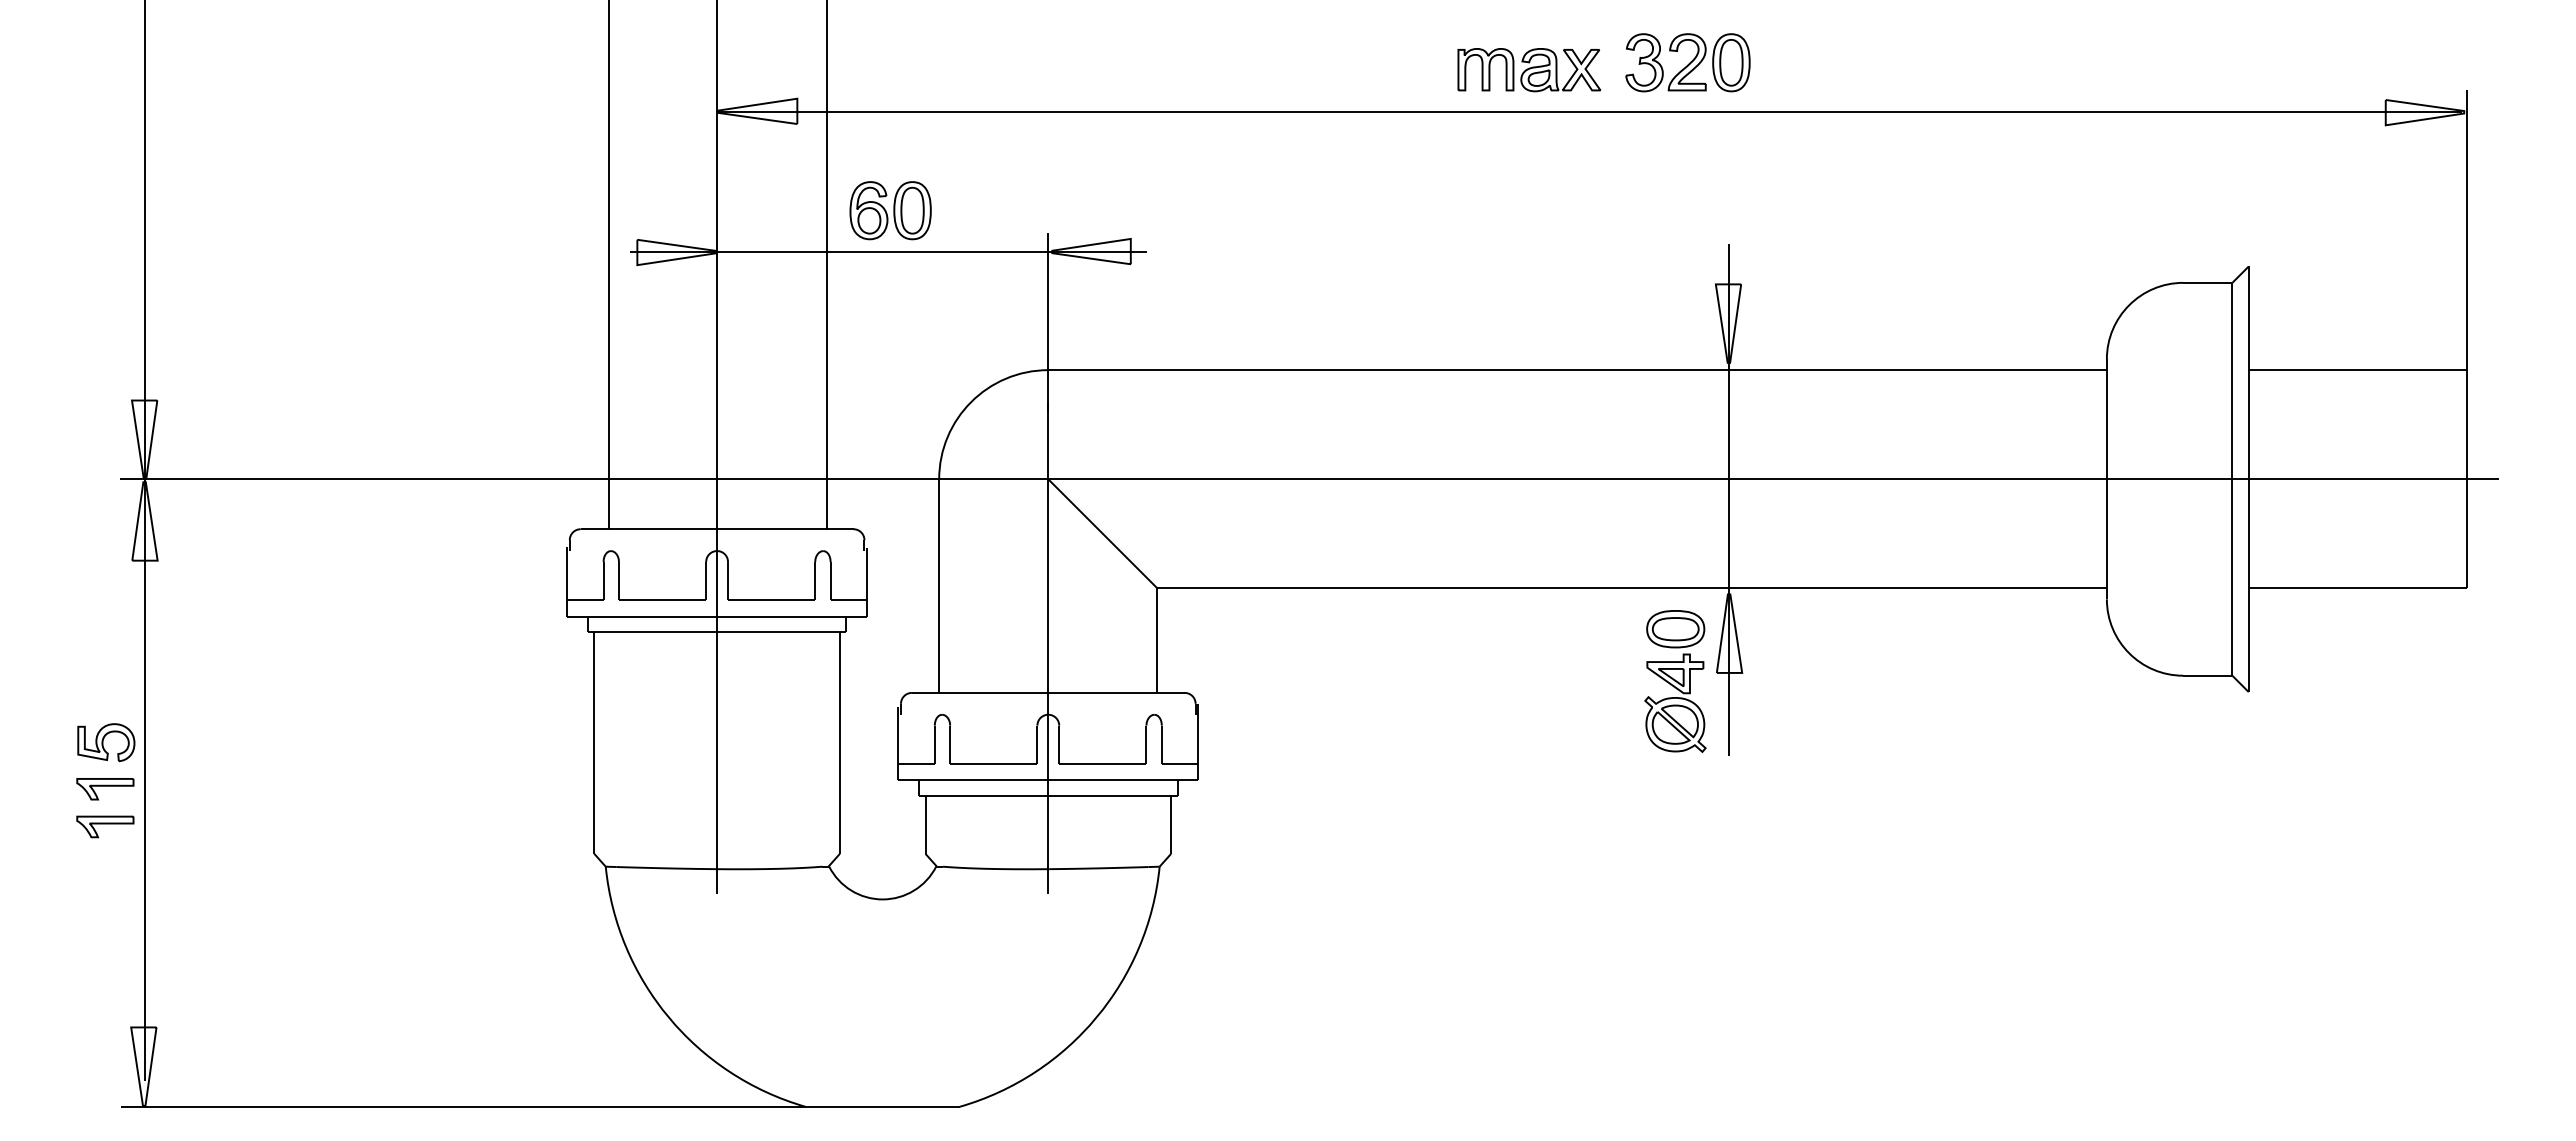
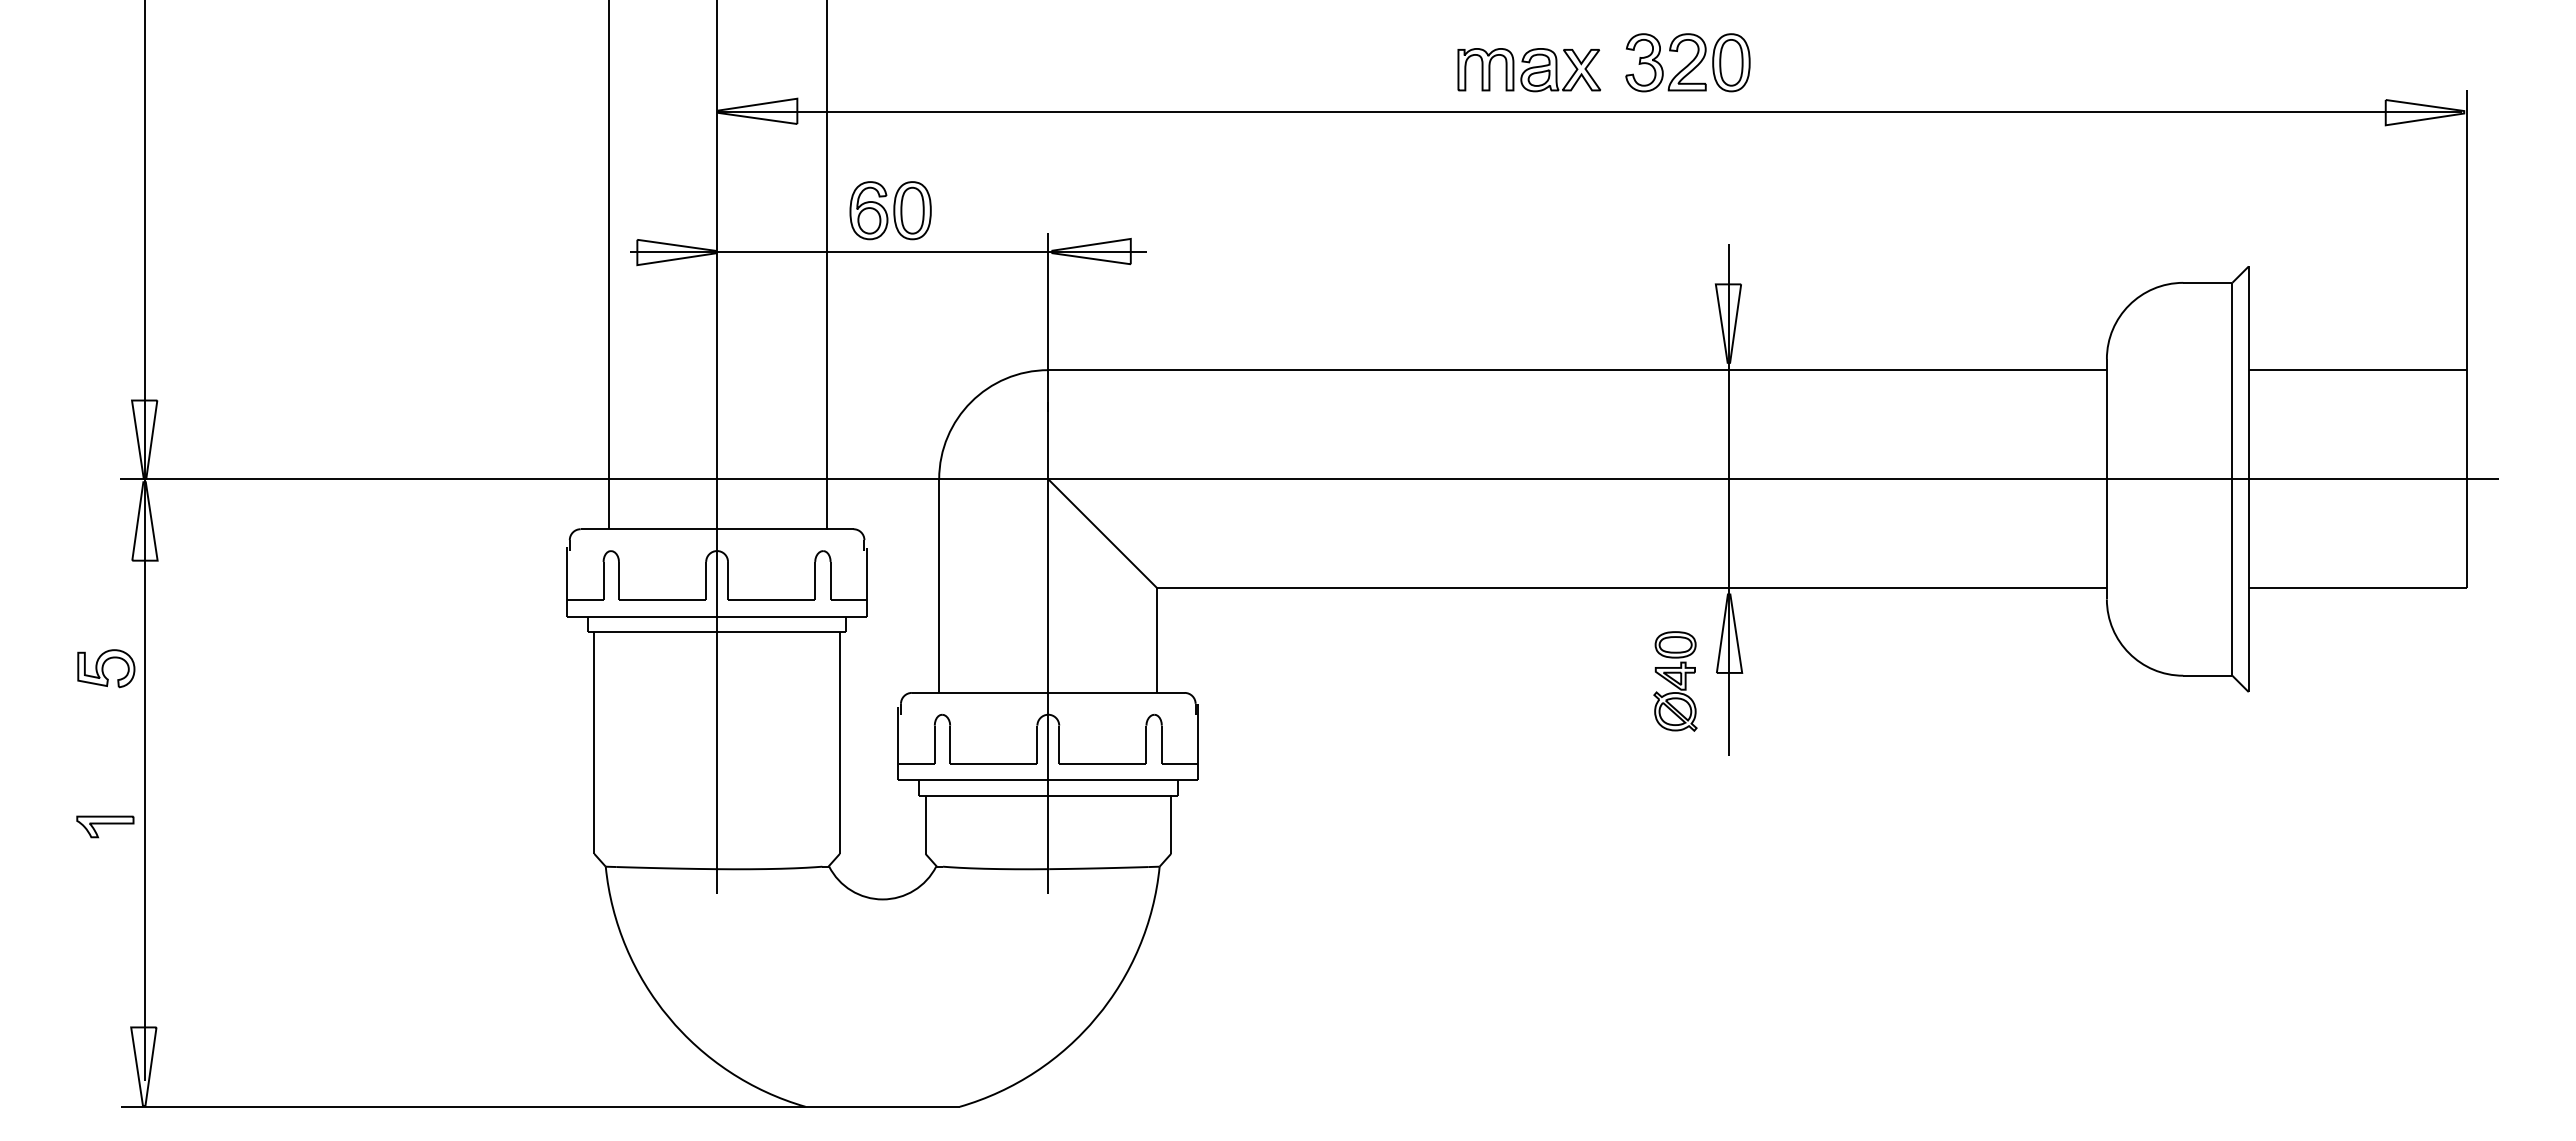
part at (1675, 681) size: 63x143 px -> 45x101 px
part at (106, 742) position: (106, 742) -> (106, 668)
part at (105, 789): present -> none
